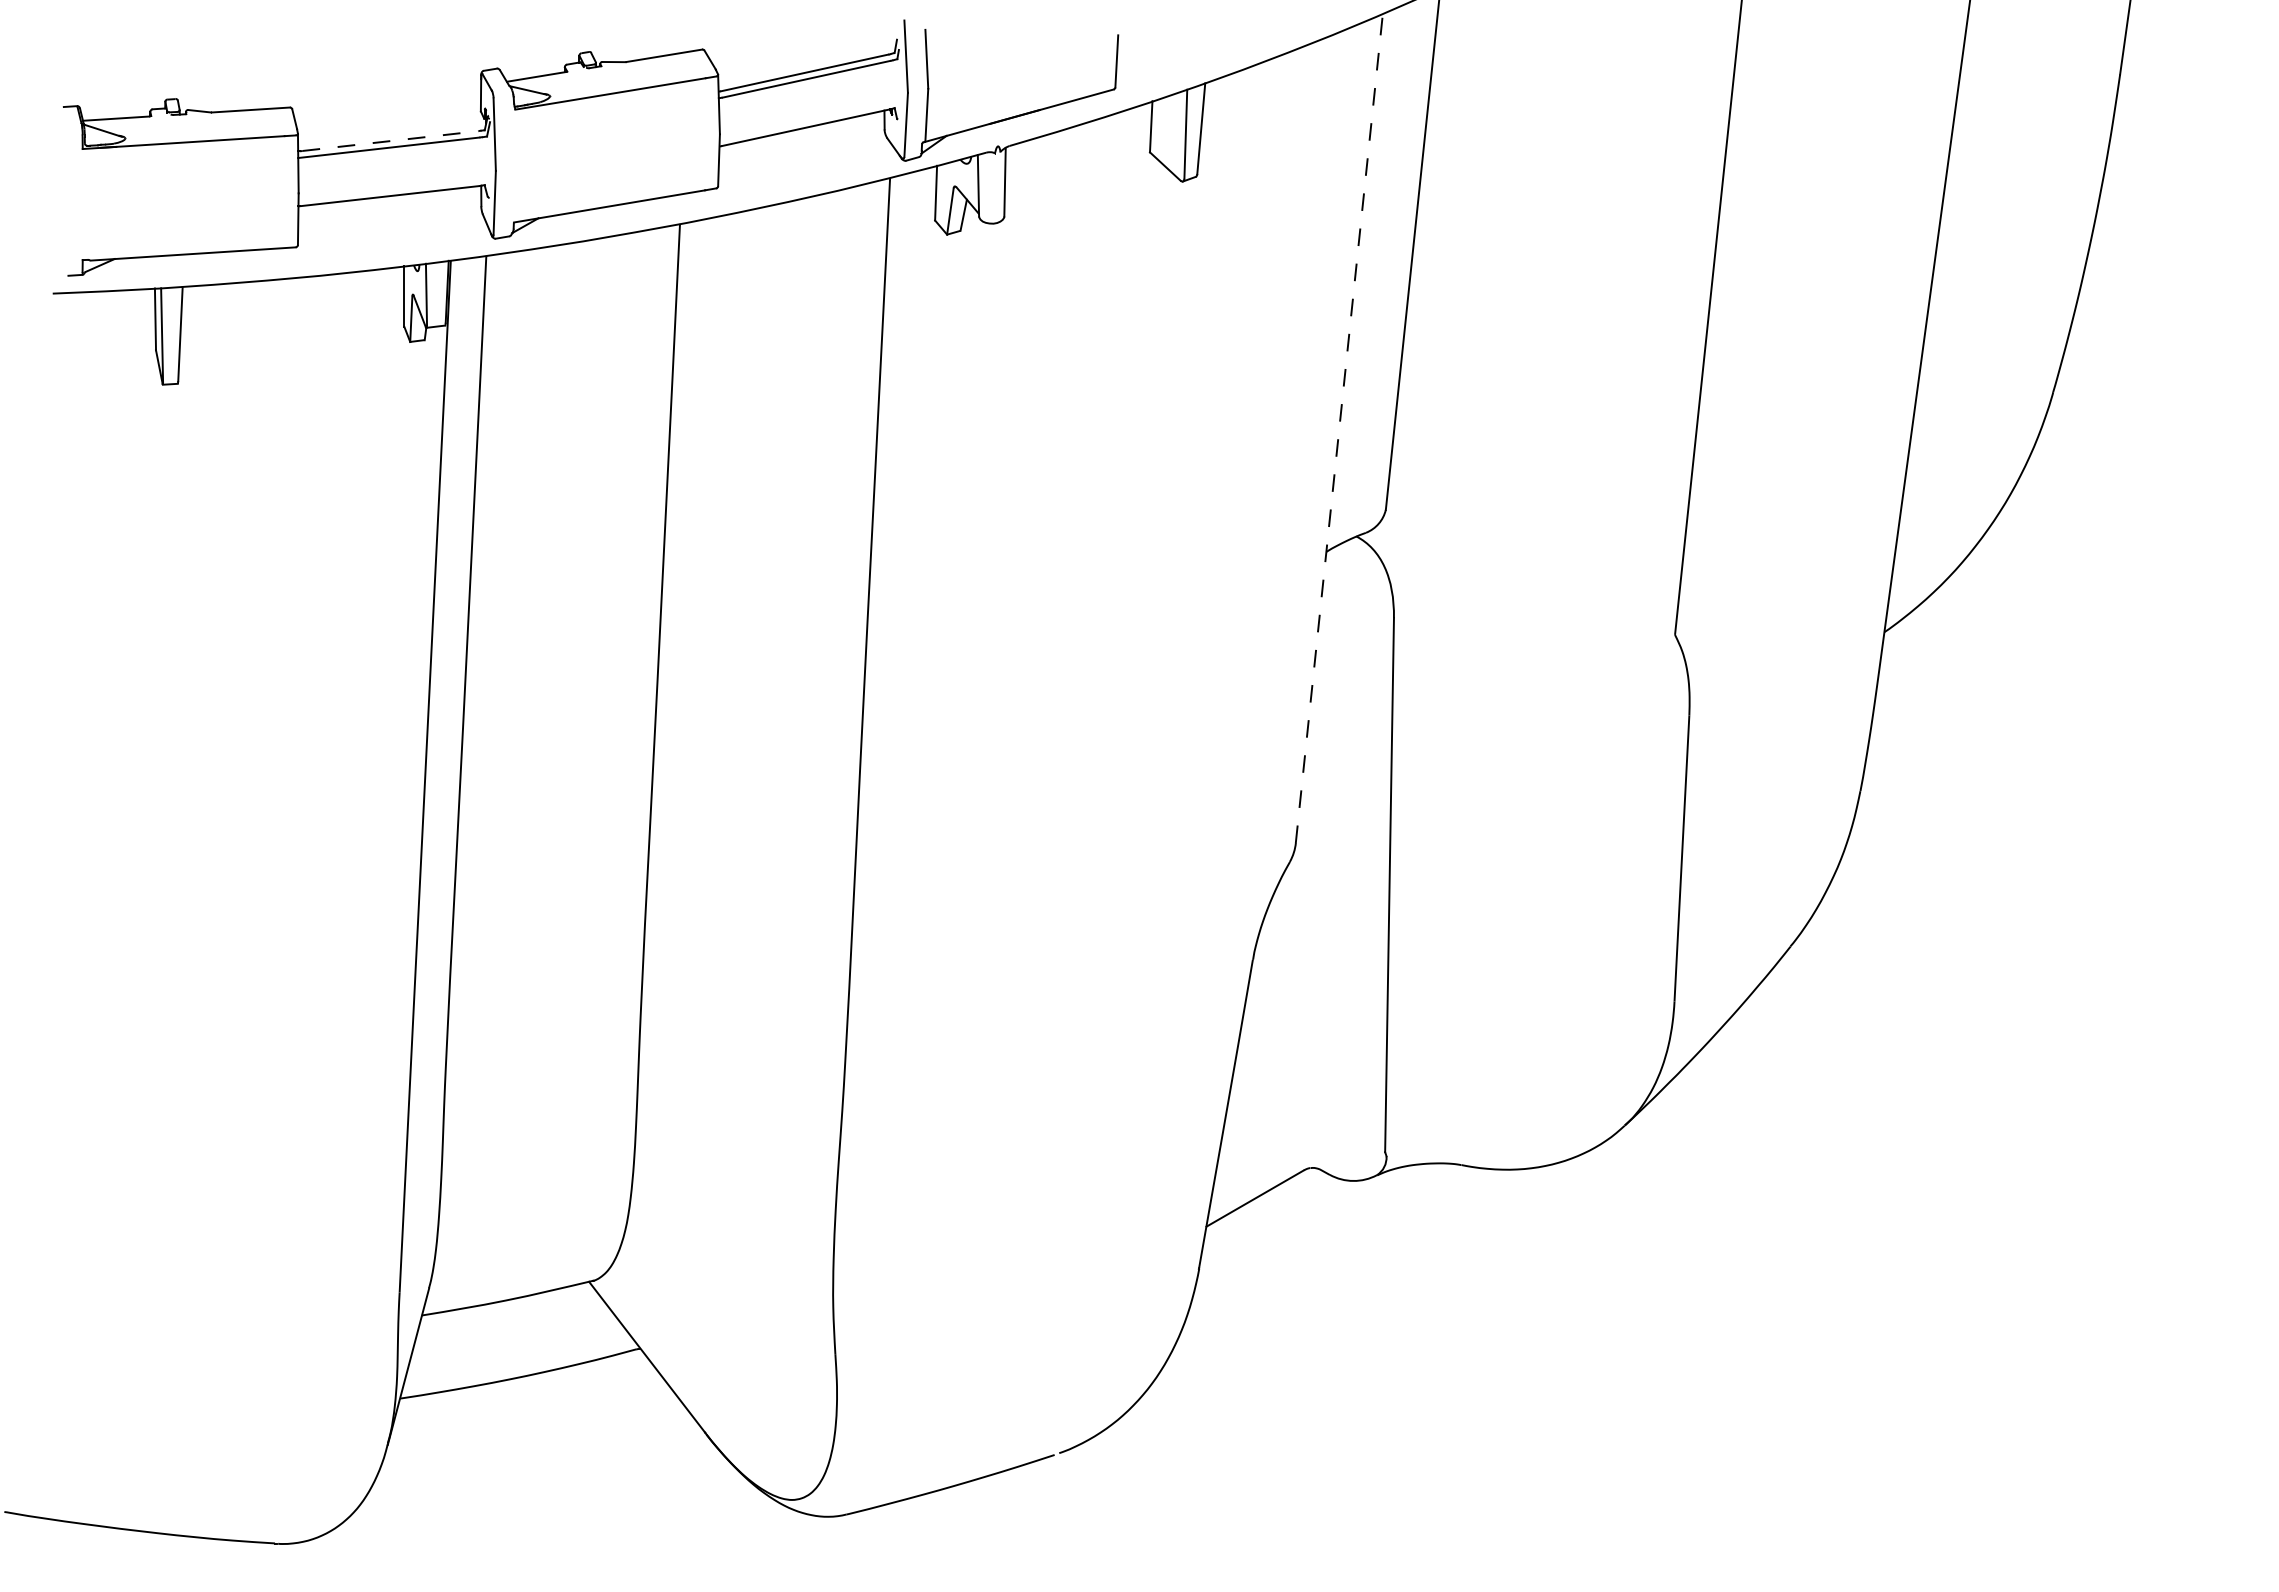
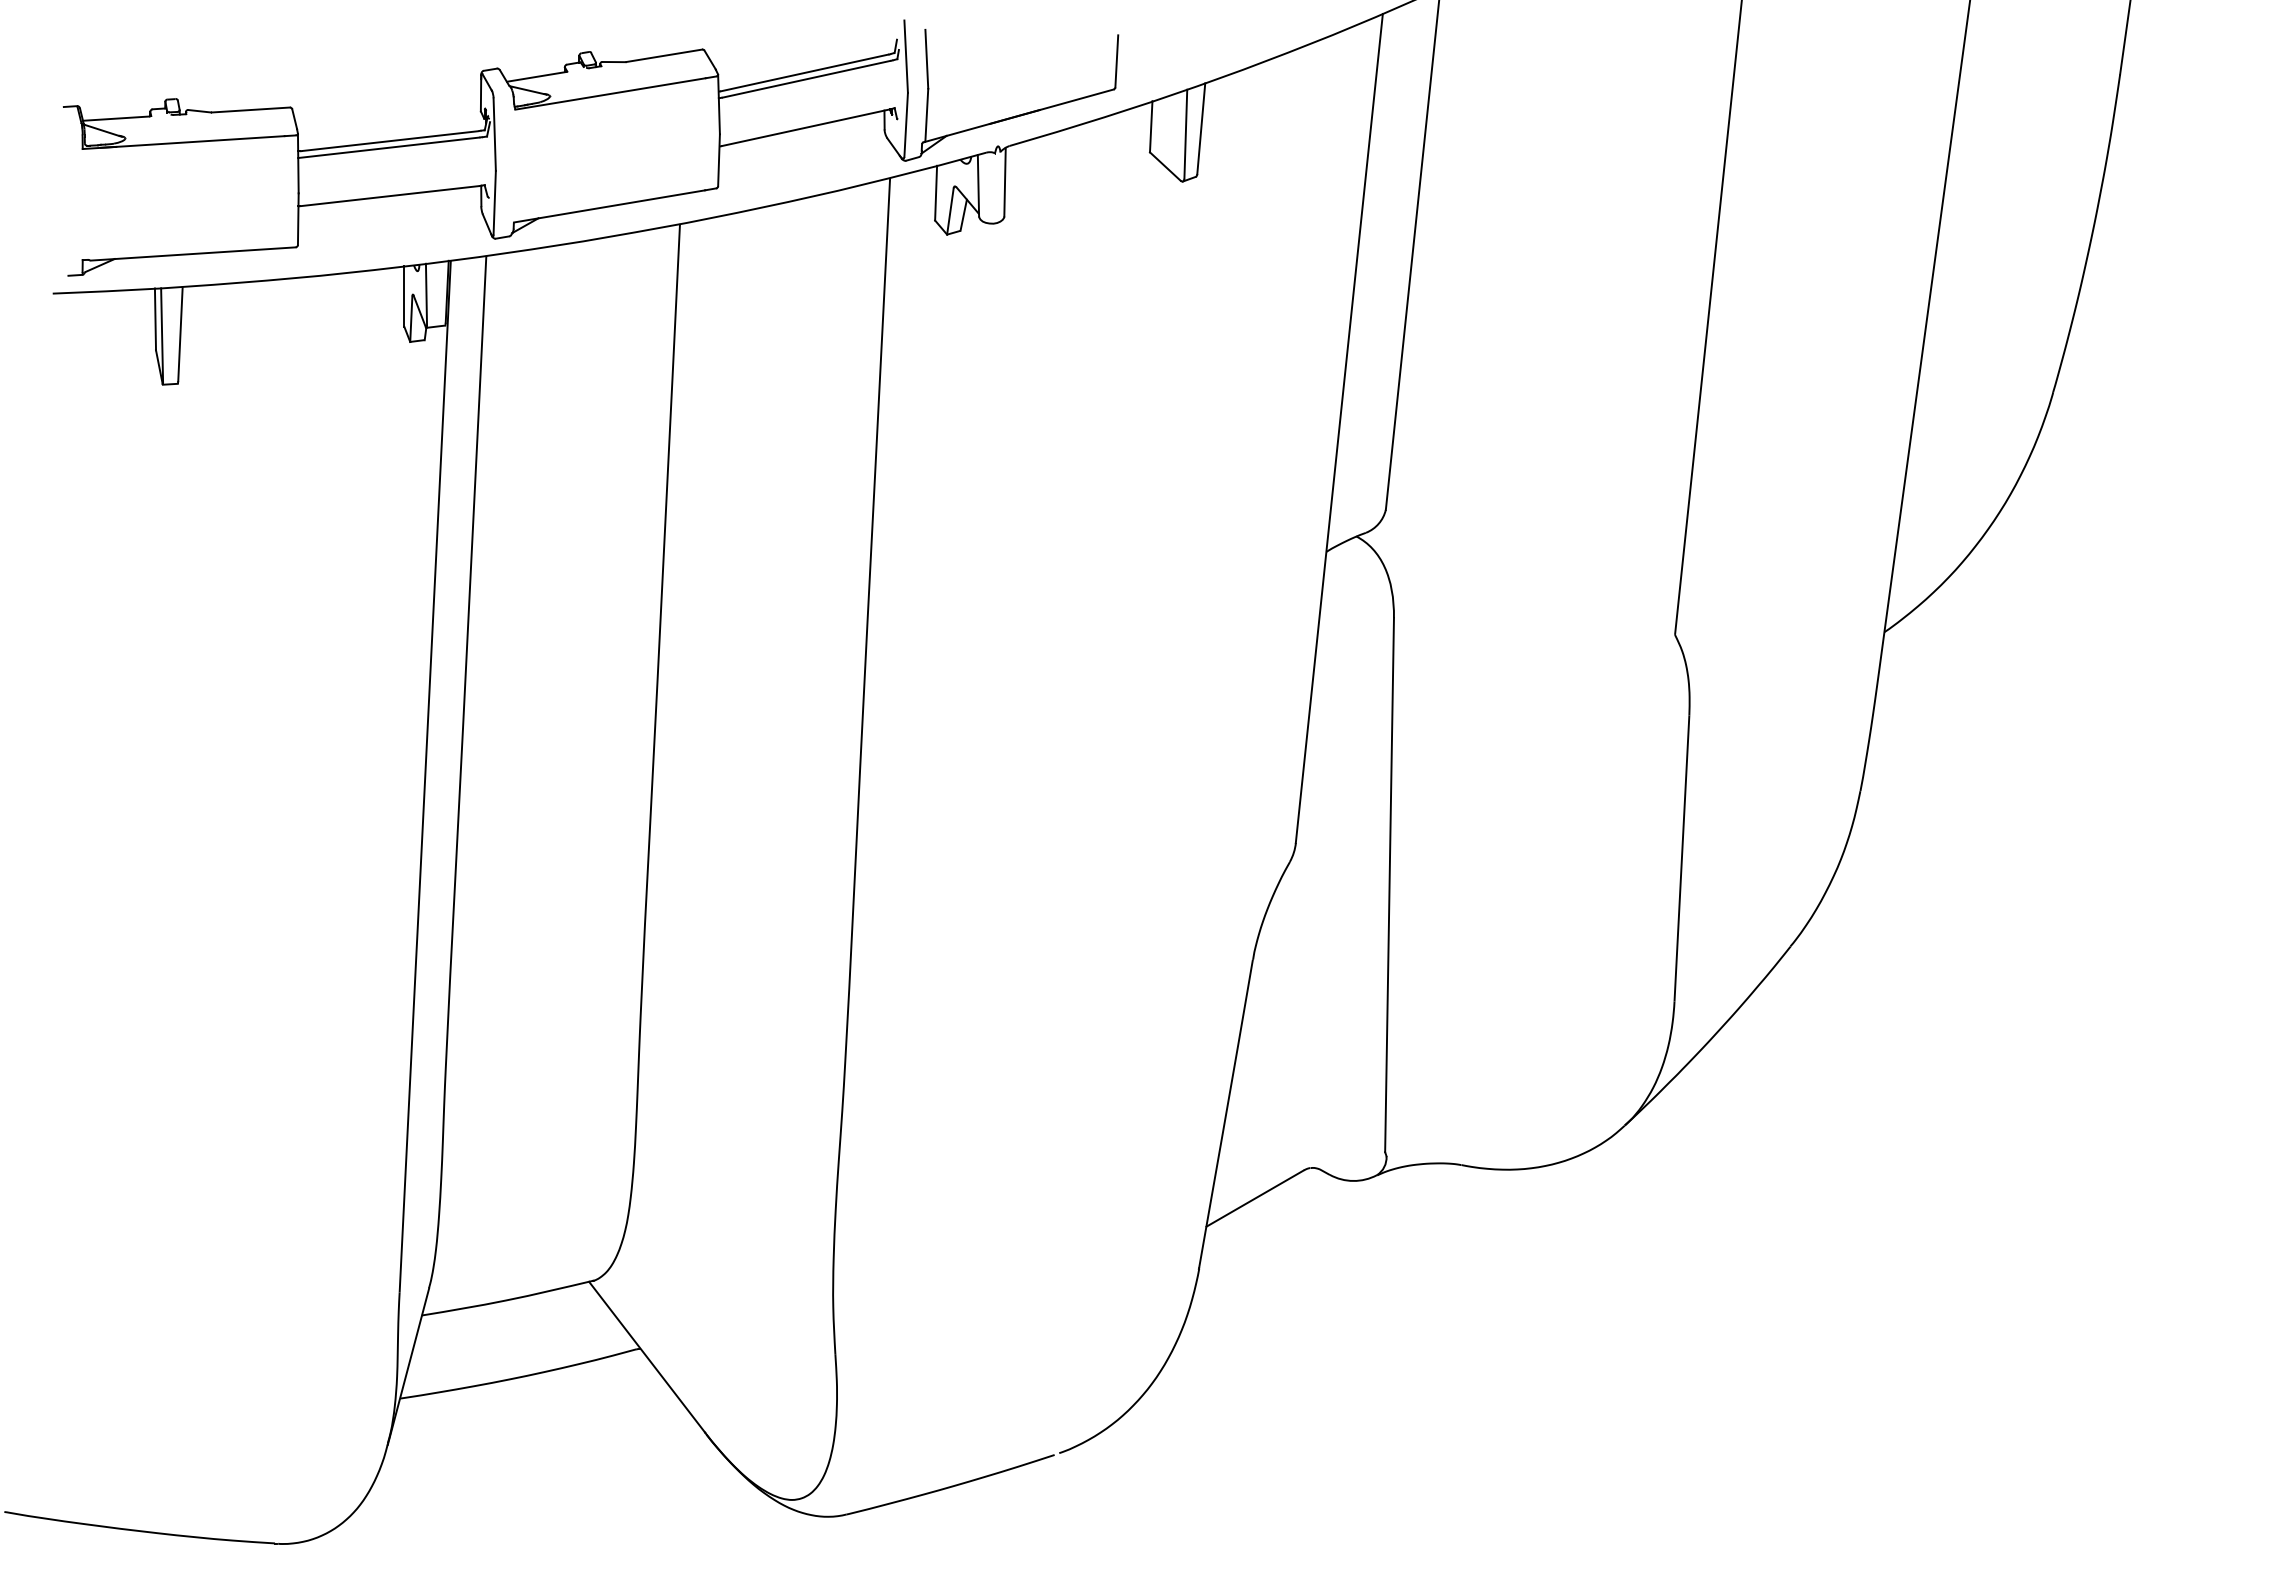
line at (390, 141): dashed -> solid
line at (1339, 428): dashed -> solid
